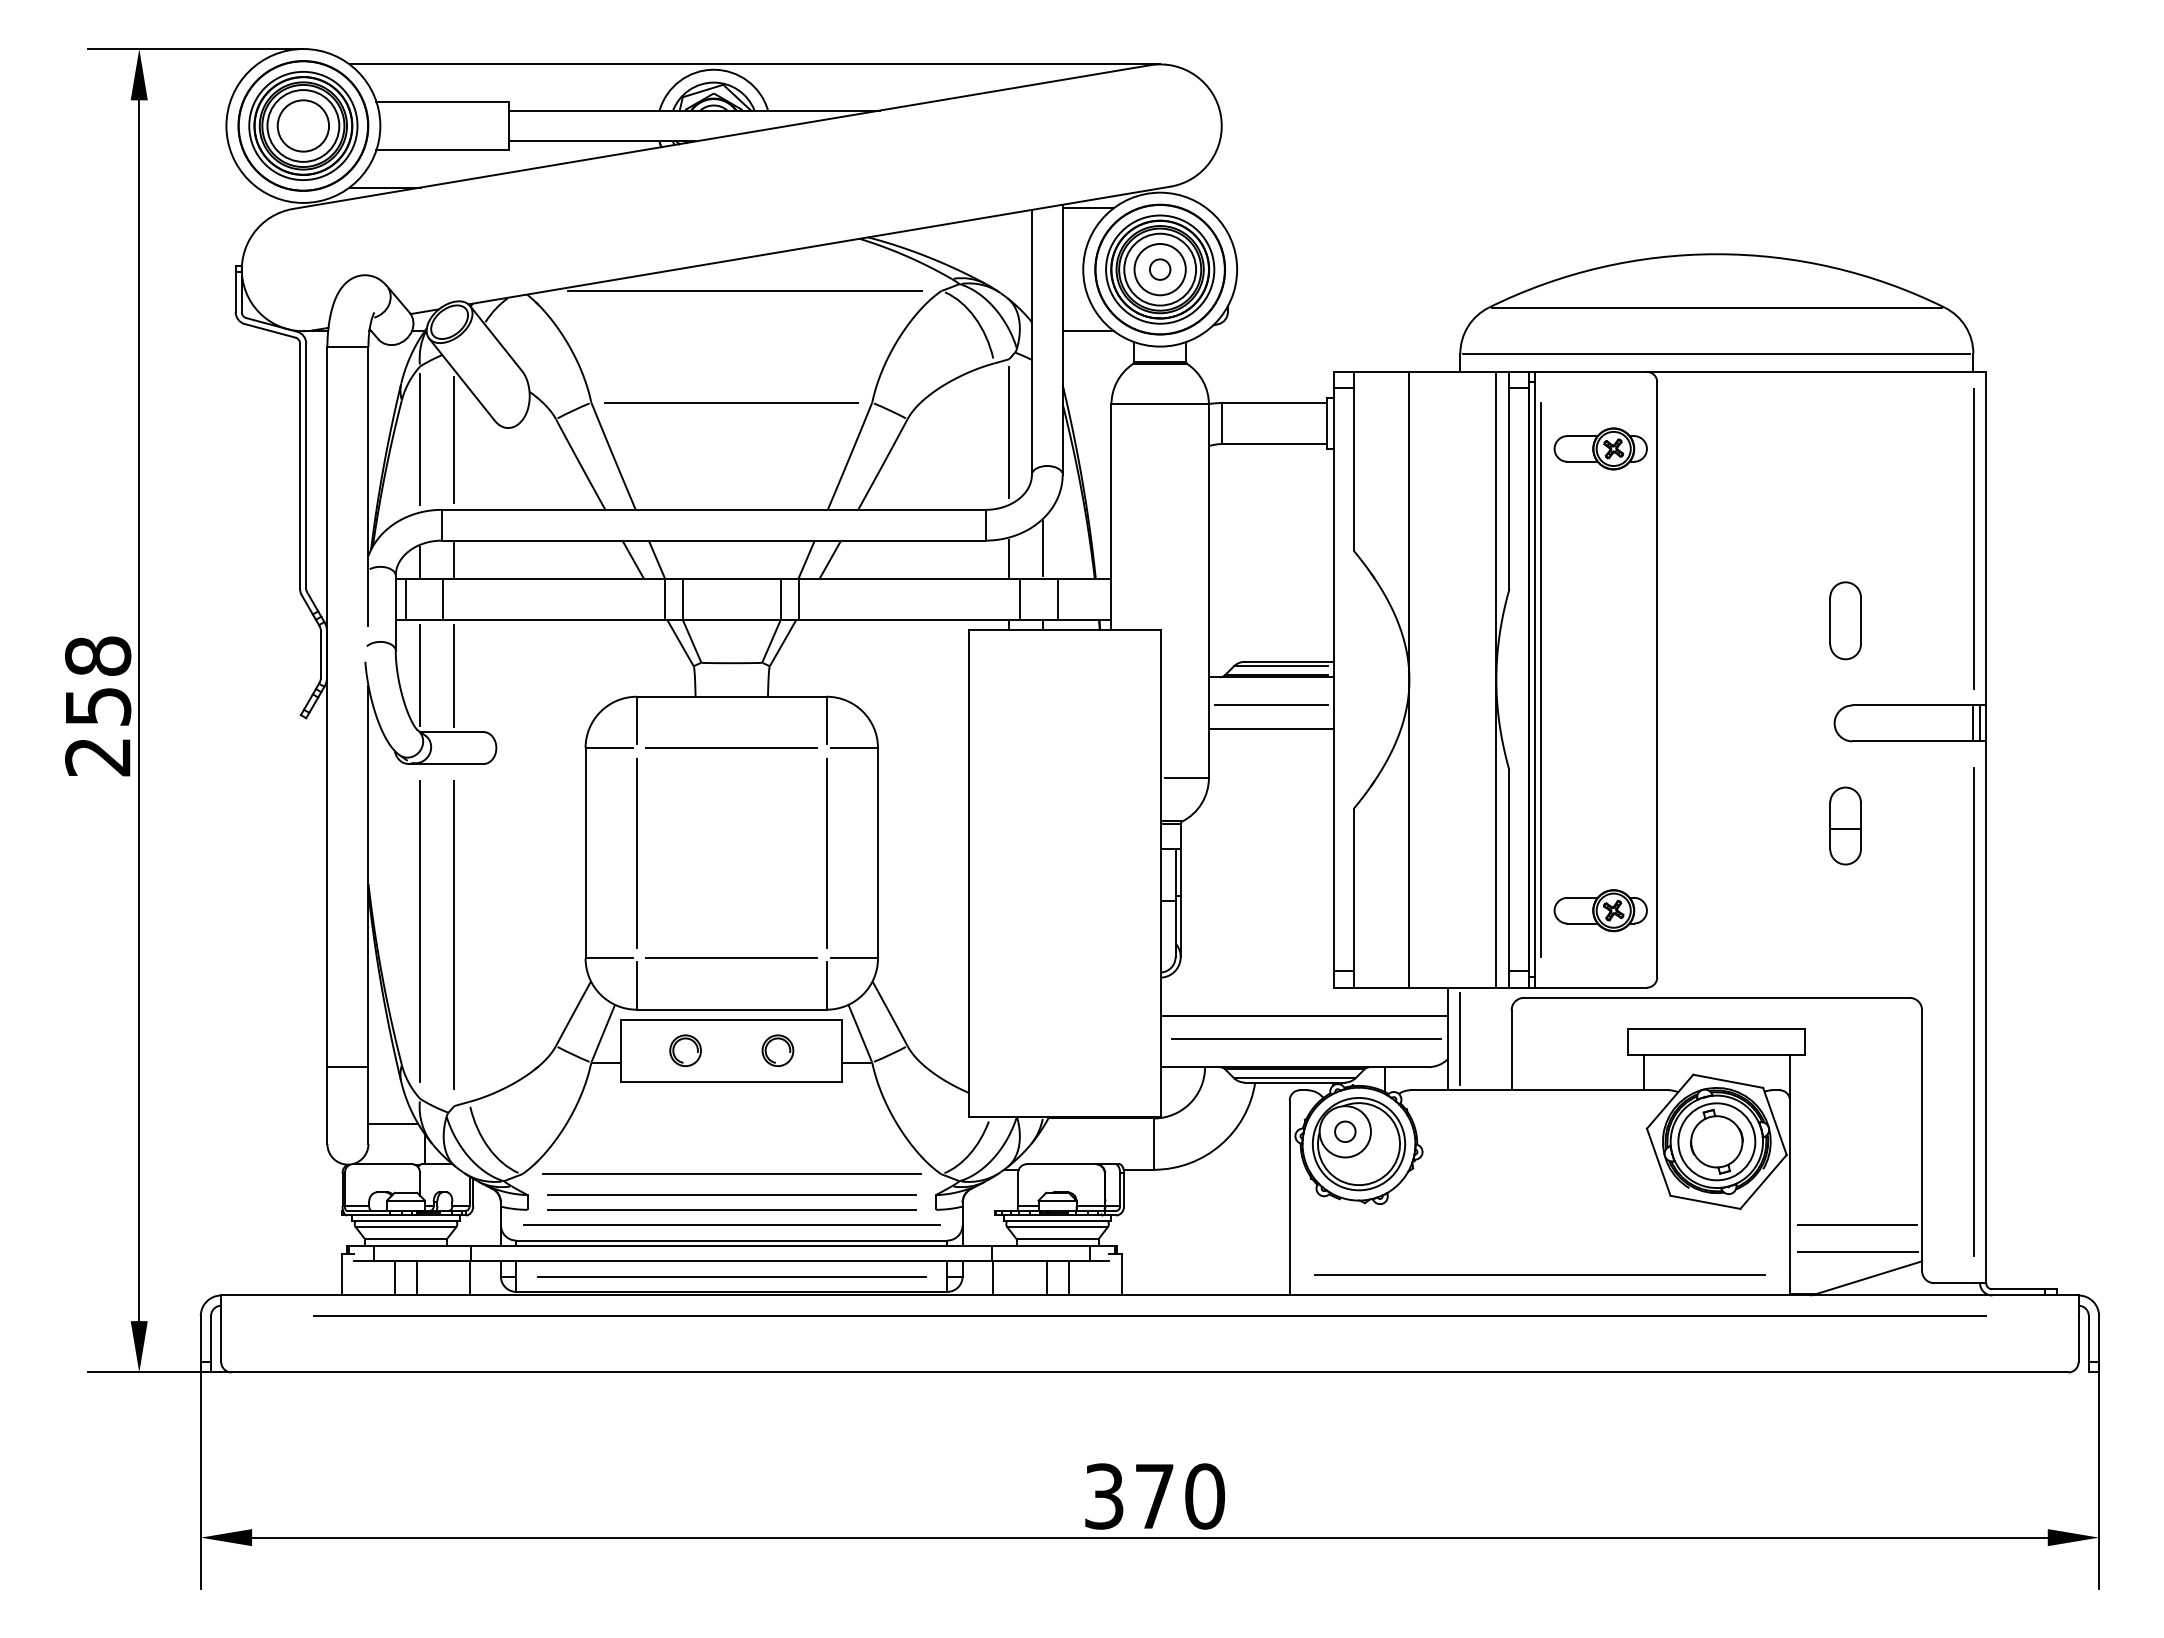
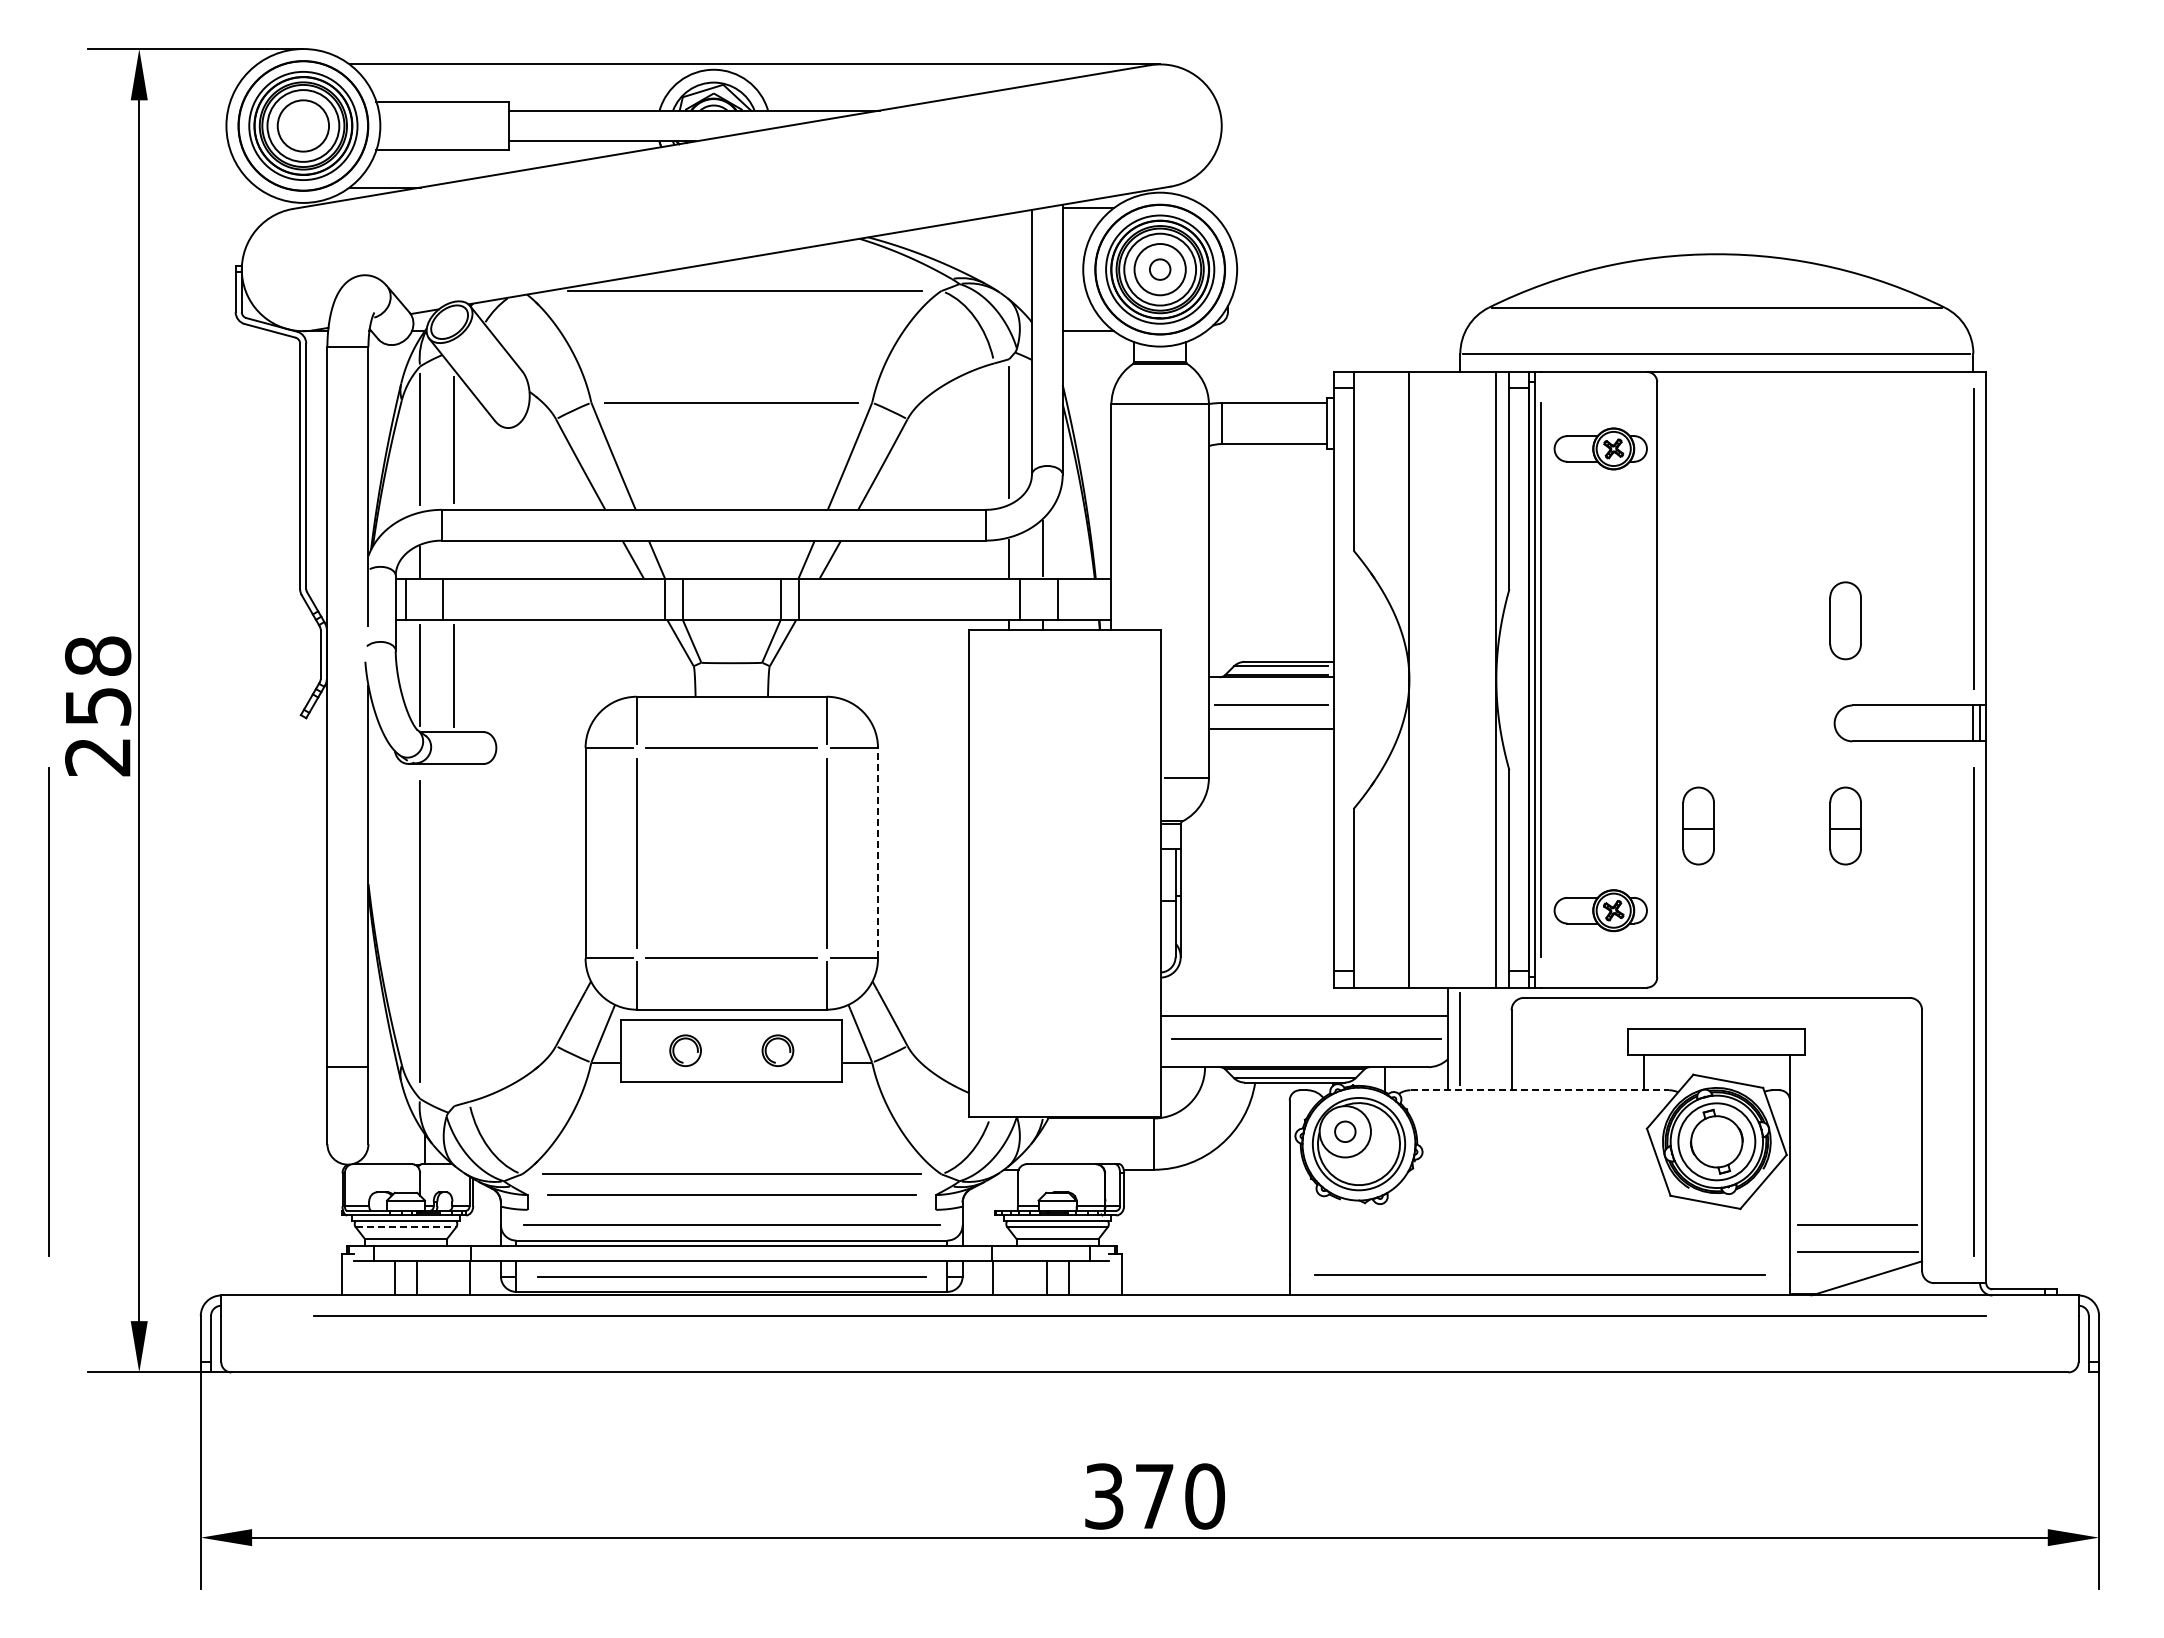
line at (454, 559): present -> none
part at (1698, 825): none -> present
line at (878, 852): solid -> dashed
line at (453, 934): present -> none
line at (48, 1011): none -> present
line at (1540, 1090): solid -> dashed
line at (393, 1123): present -> none
line at (731, 1209): present -> none
line at (406, 1227): solid -> dashed
